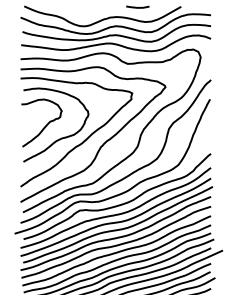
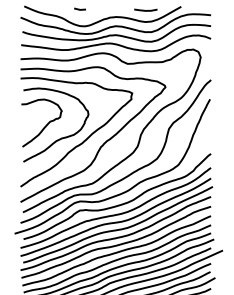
line at (136, 6) position: (136, 6) -> (144, 9)
line at (79, 8): none -> present
